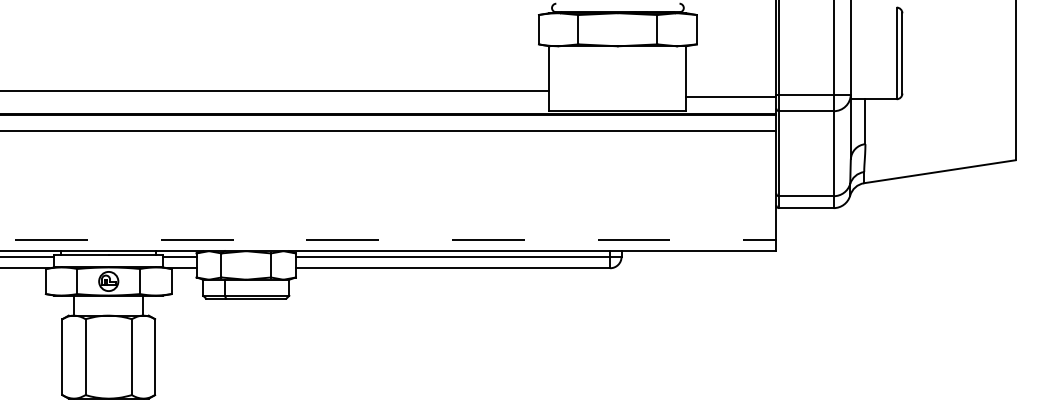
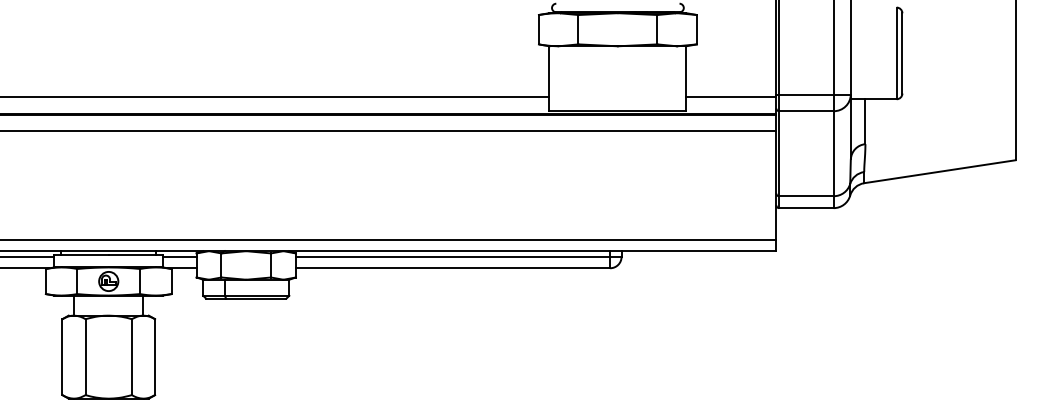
line at (275, 91) position: (275, 91) -> (275, 97)
line at (388, 239): dashed -> solid
